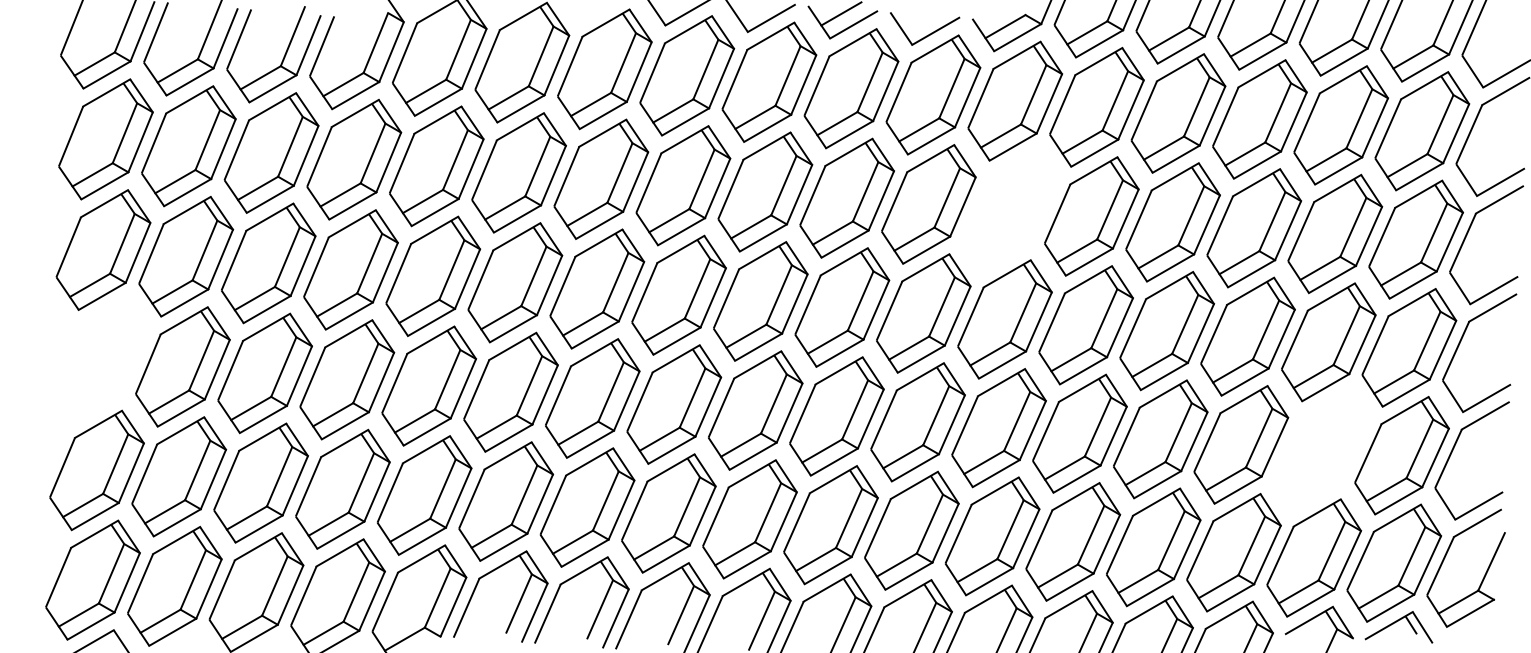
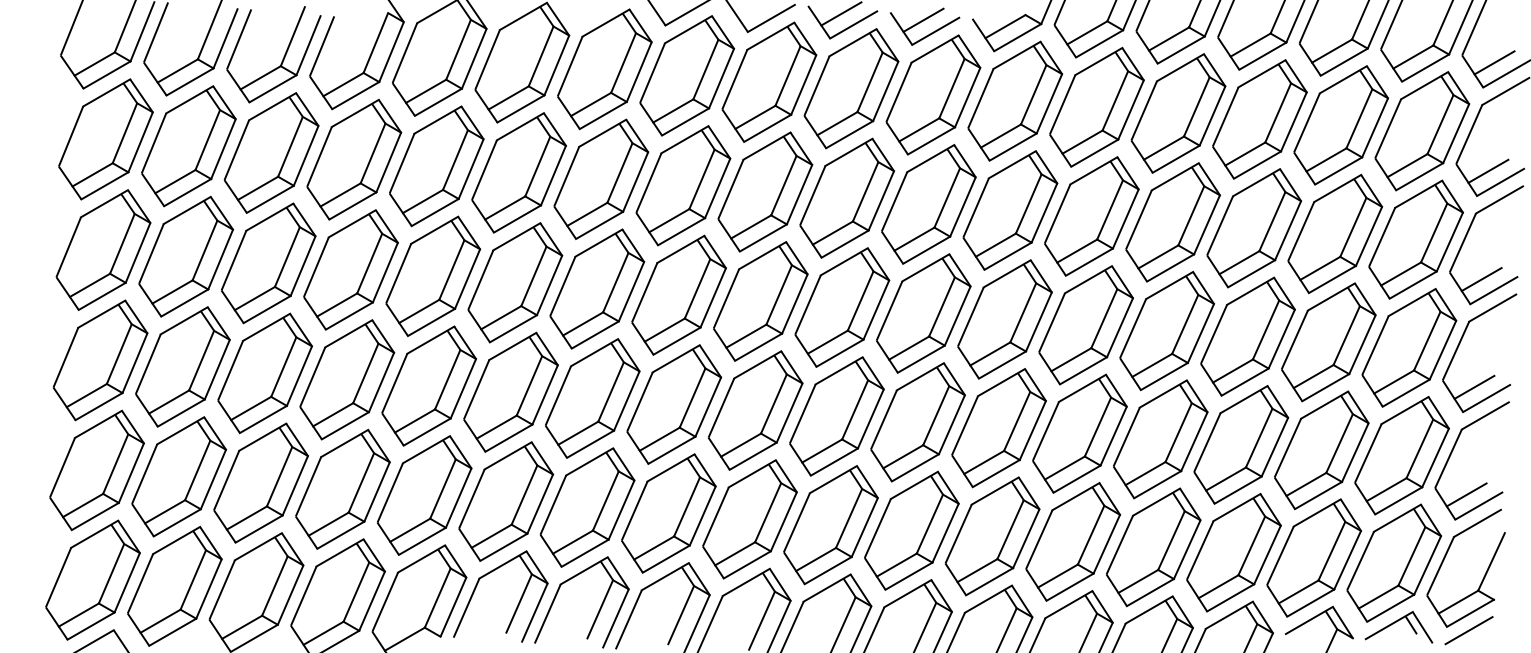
line at (923, 19): none -> present
line at (1494, 62): none -> present
line at (1488, 170): none -> present
part at (1010, 210): none -> present
line at (1481, 279): none -> present
part at (100, 360): none -> present
line at (1474, 386): none -> present
part at (1321, 450): none -> present
line at (1466, 494): none -> present
line at (1468, 630): none -> present
